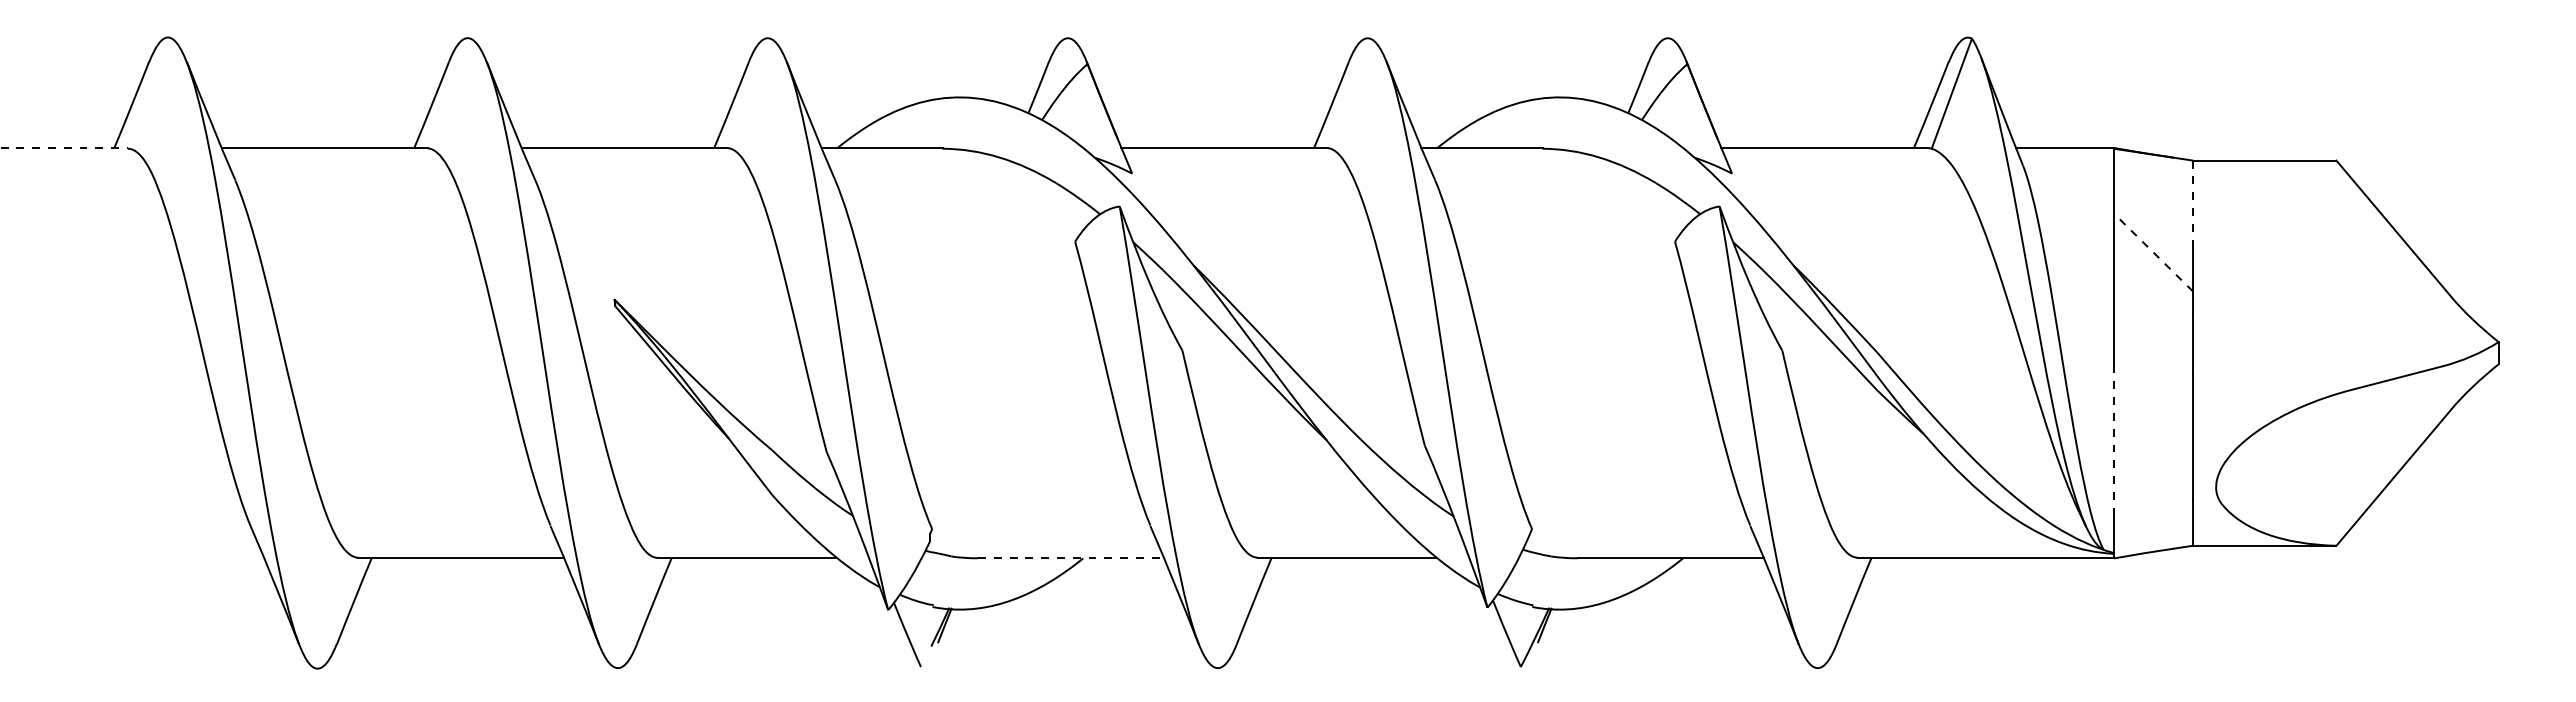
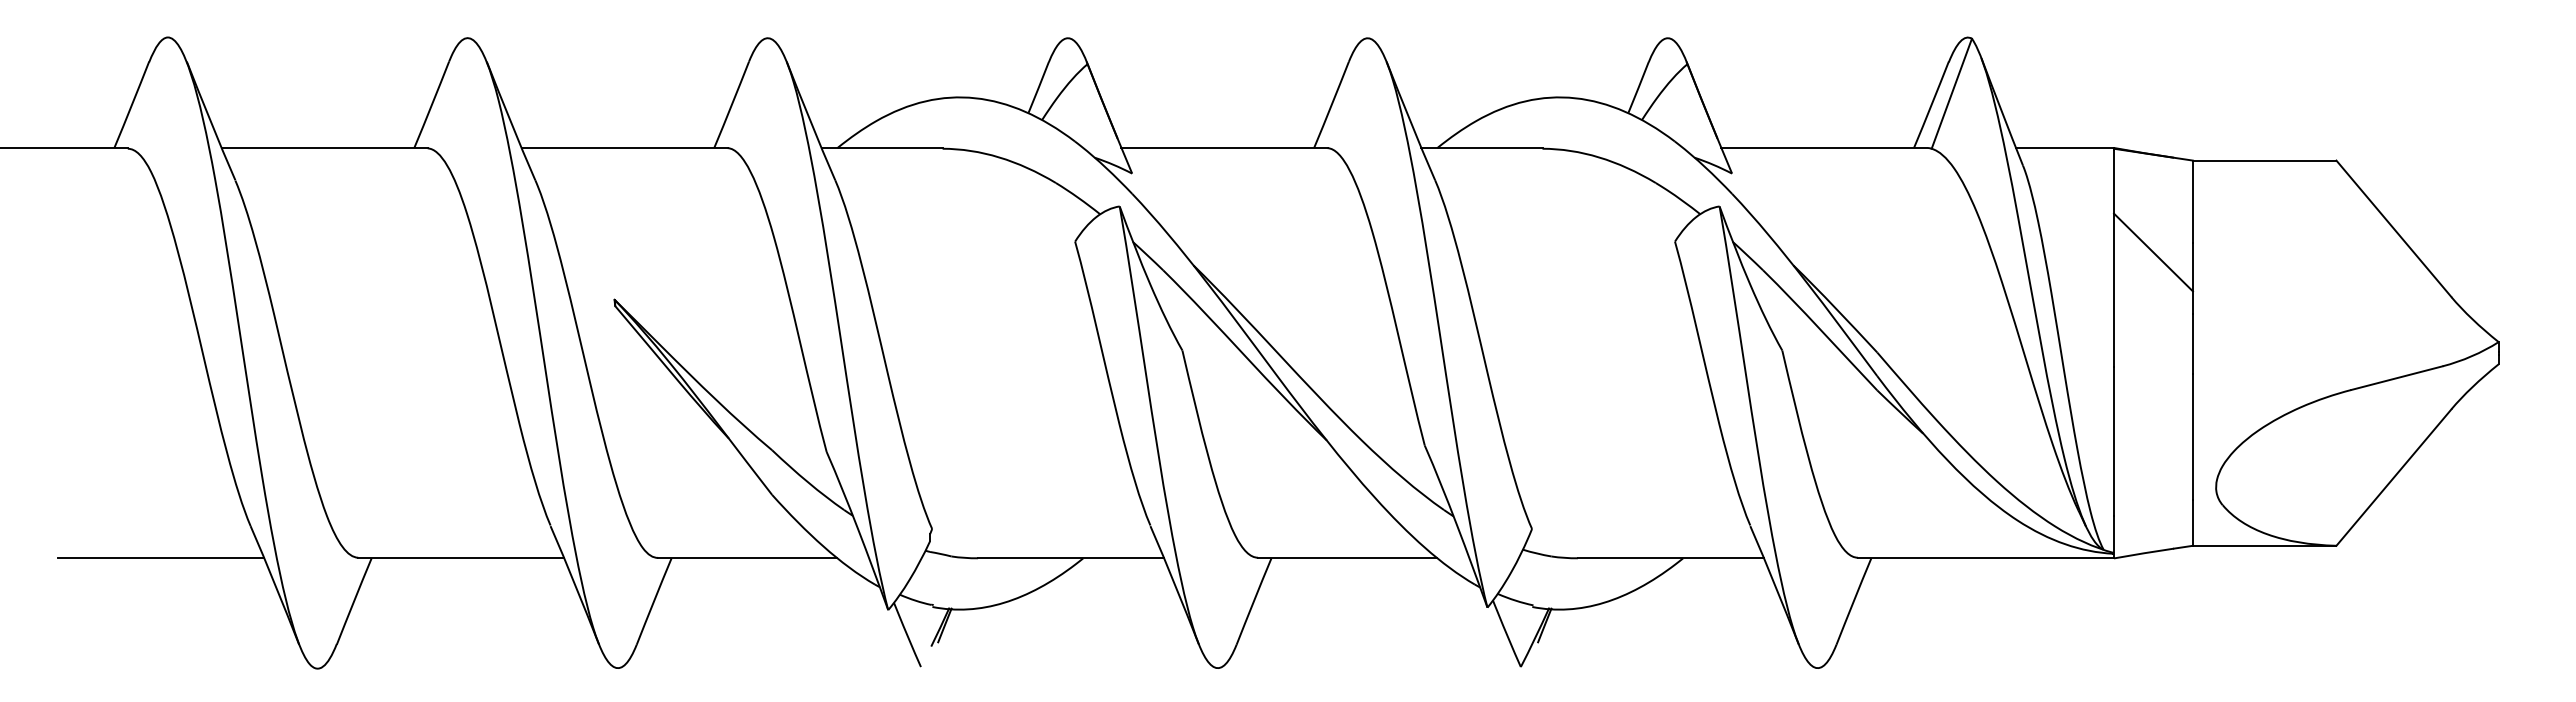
line at (64, 147): dashed -> solid
line at (2192, 202): dashed -> solid
line at (2153, 252): dashed -> solid
line at (2114, 440): dashed -> solid
line at (161, 558): none -> present
line at (1071, 558): dashed -> solid
